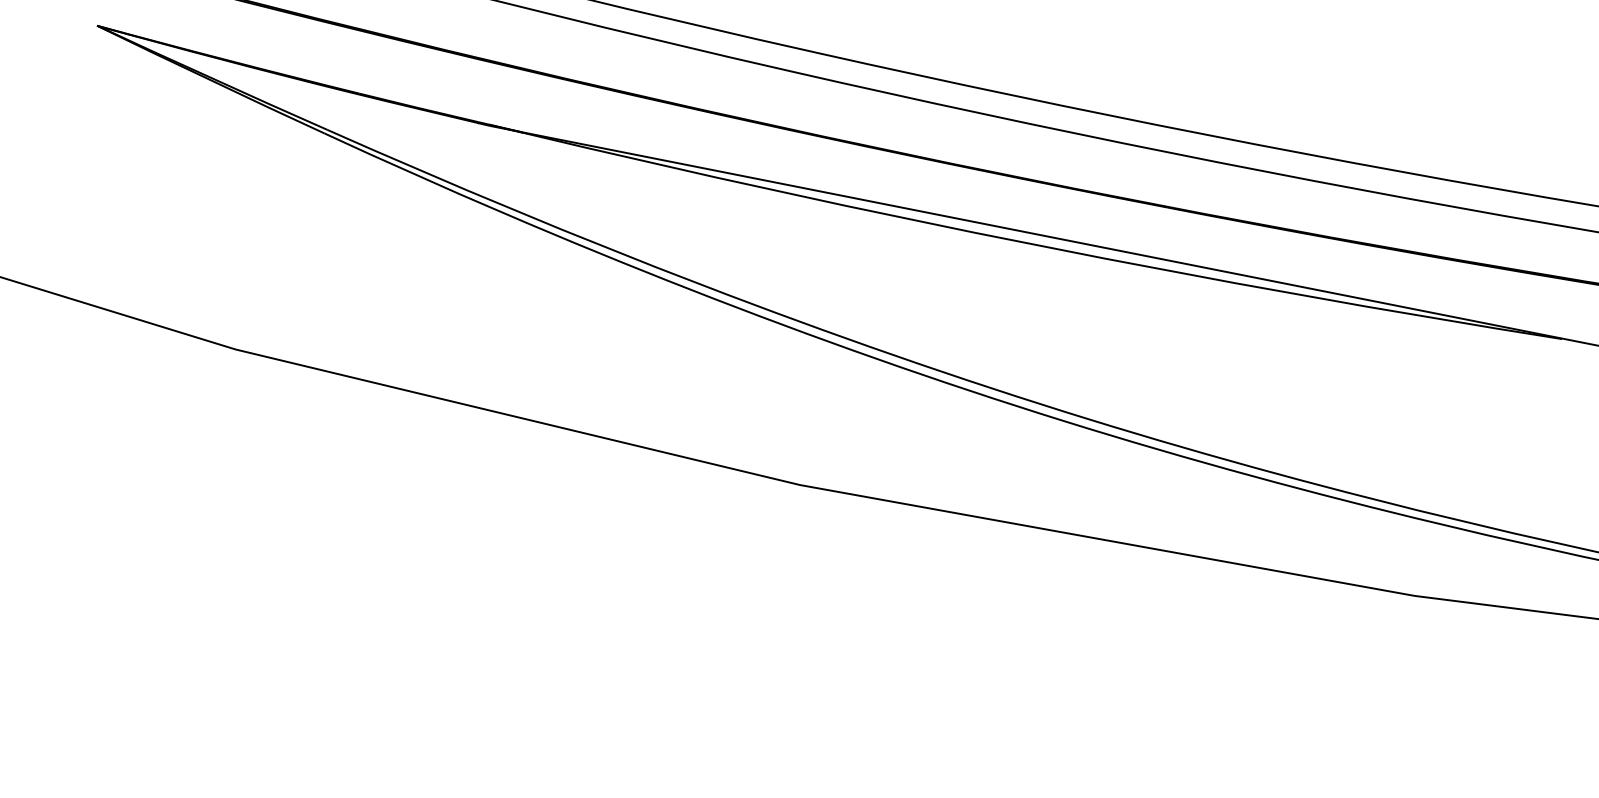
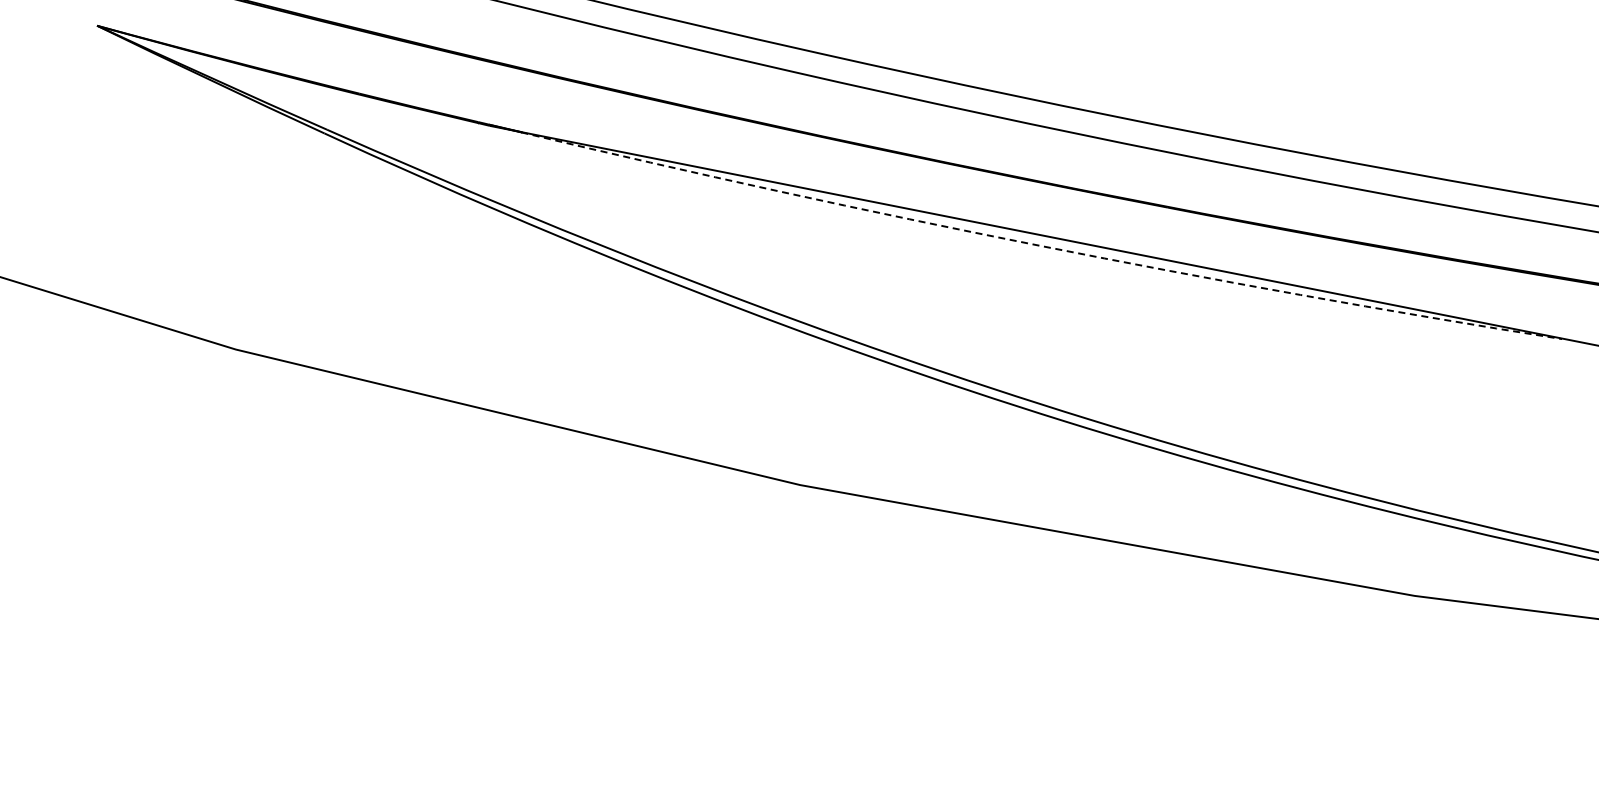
arc at (1039, 245): solid -> dashed
